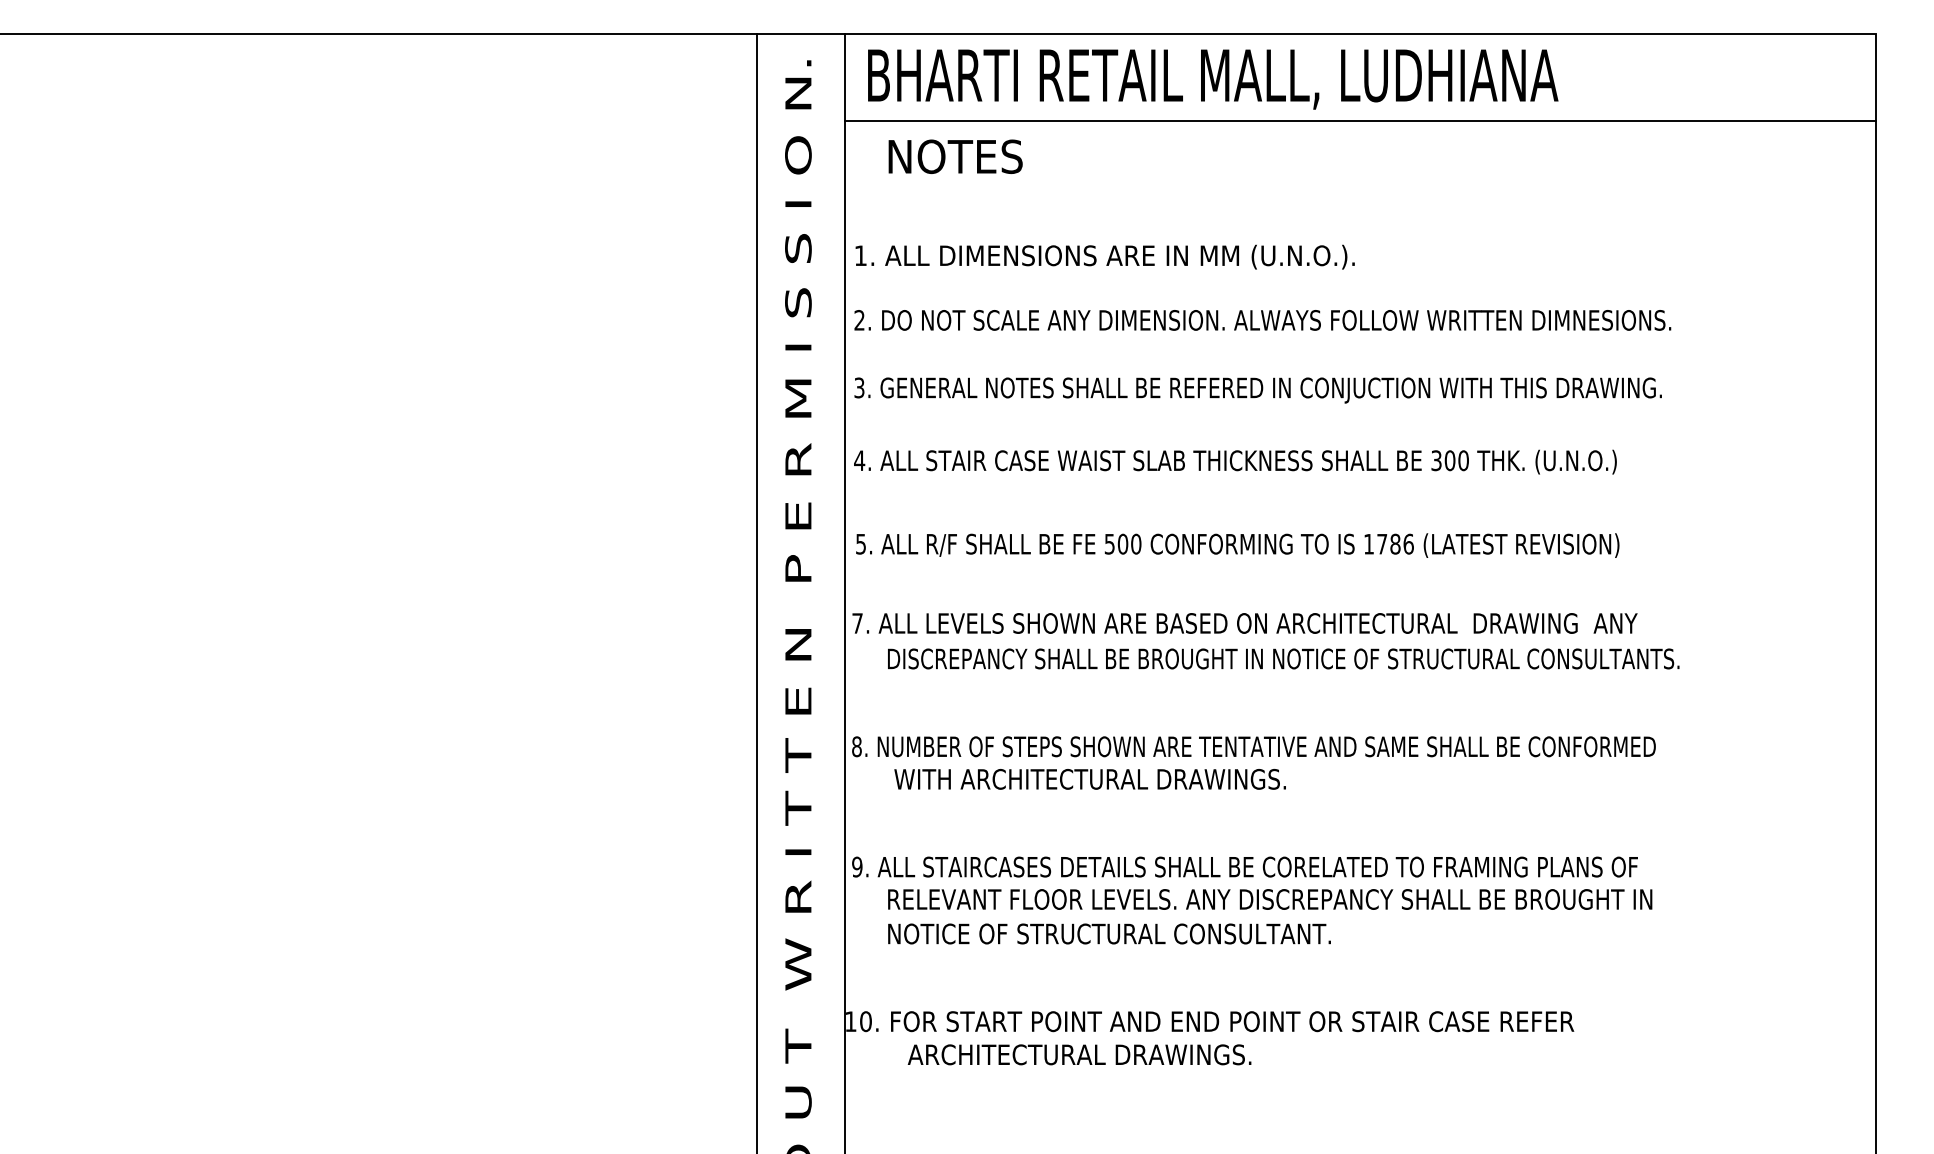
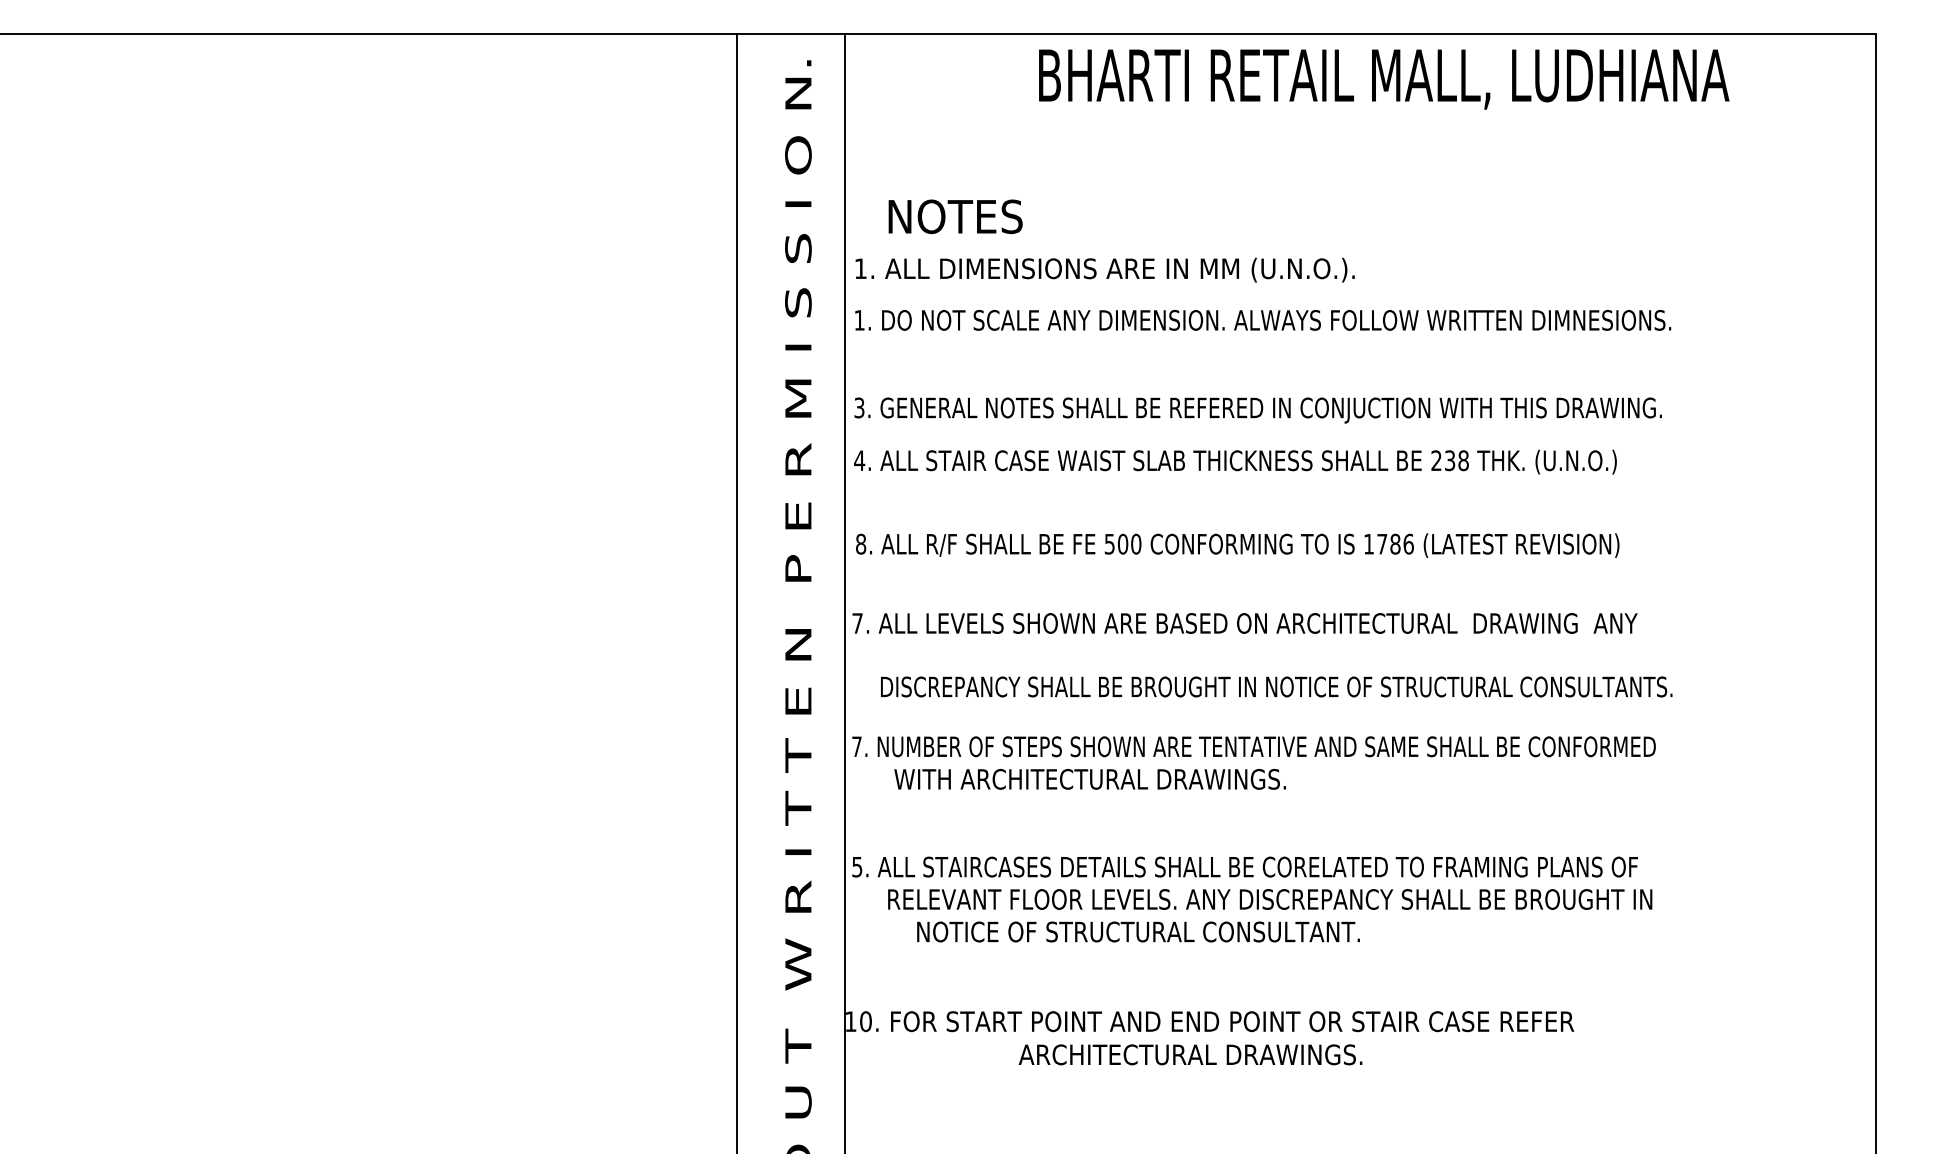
text at (1213, 79) position: (1213, 79) -> (1384, 79)
line at (1360, 120): present -> none
text at (955, 156) position: (955, 156) -> (955, 216)
text at (1104, 256) position: (1104, 256) -> (1104, 269)
text at (859, 320): 2. -> 1.
text at (1257, 390) position: (1257, 390) -> (1257, 410)
text at (1449, 460): 300 -> 238
text at (861, 543): 5. -> 8.
line at (756, 592) position: (756, 592) -> (736, 592)
text at (1283, 658) position: (1283, 658) -> (1276, 686)
text at (856, 746): 8. -> 7.
text at (857, 866): 9. -> 5.
text at (1109, 933) position: (1109, 933) -> (1138, 931)
text at (1079, 1054) position: (1079, 1054) -> (1190, 1054)
